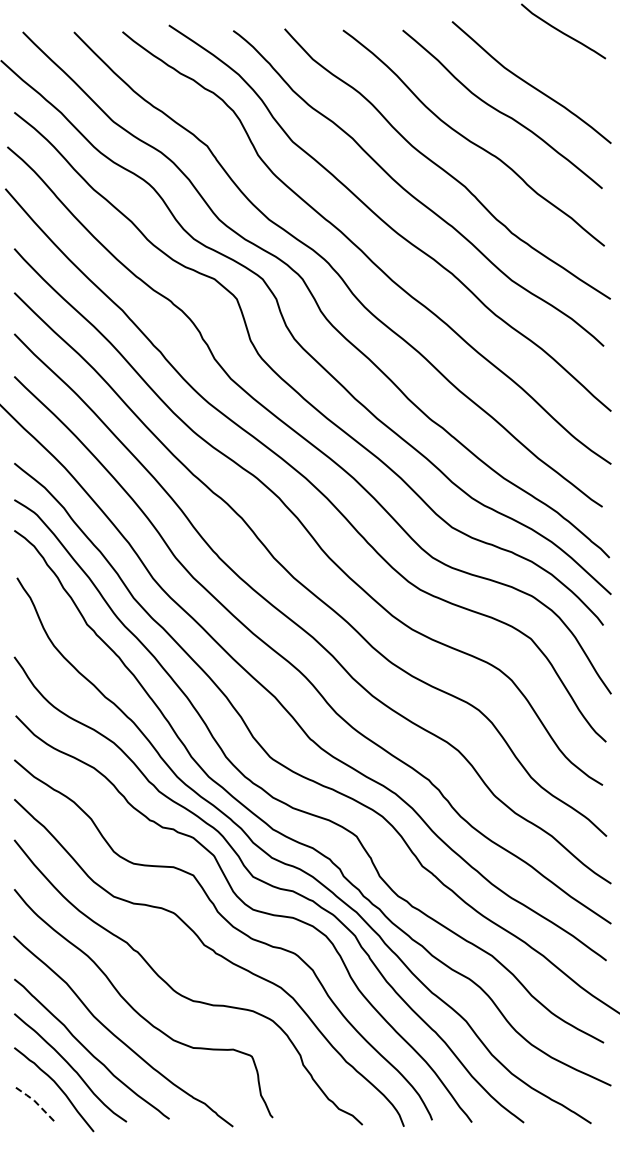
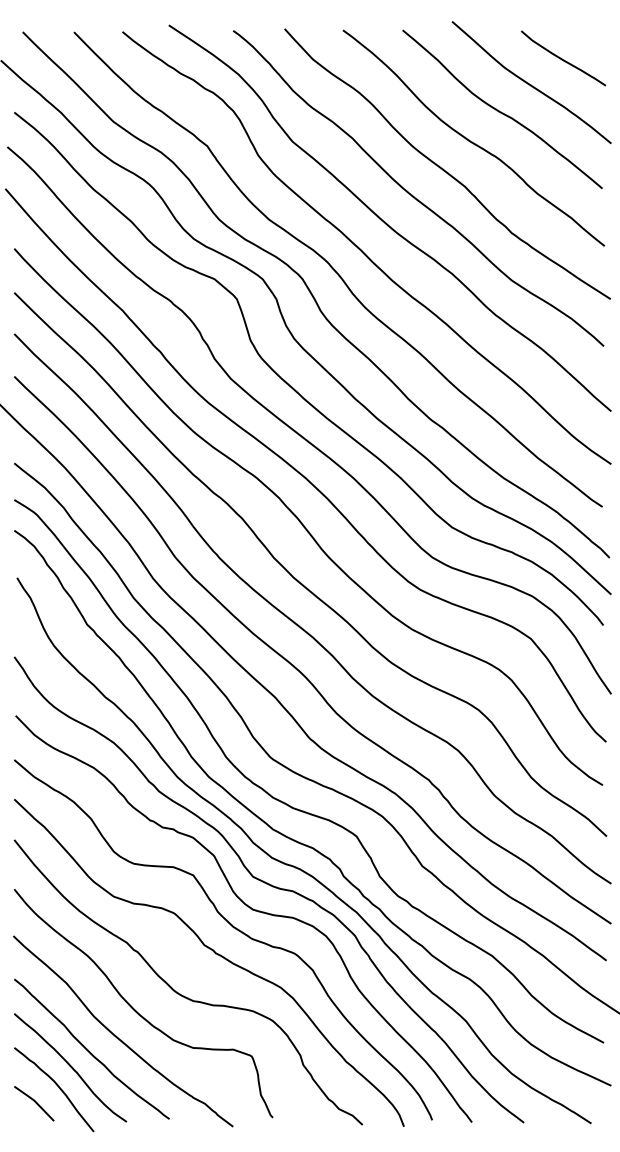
curve at (562, 31) position: (562, 31) -> (562, 58)
line at (34, 1100): dashed -> solid
